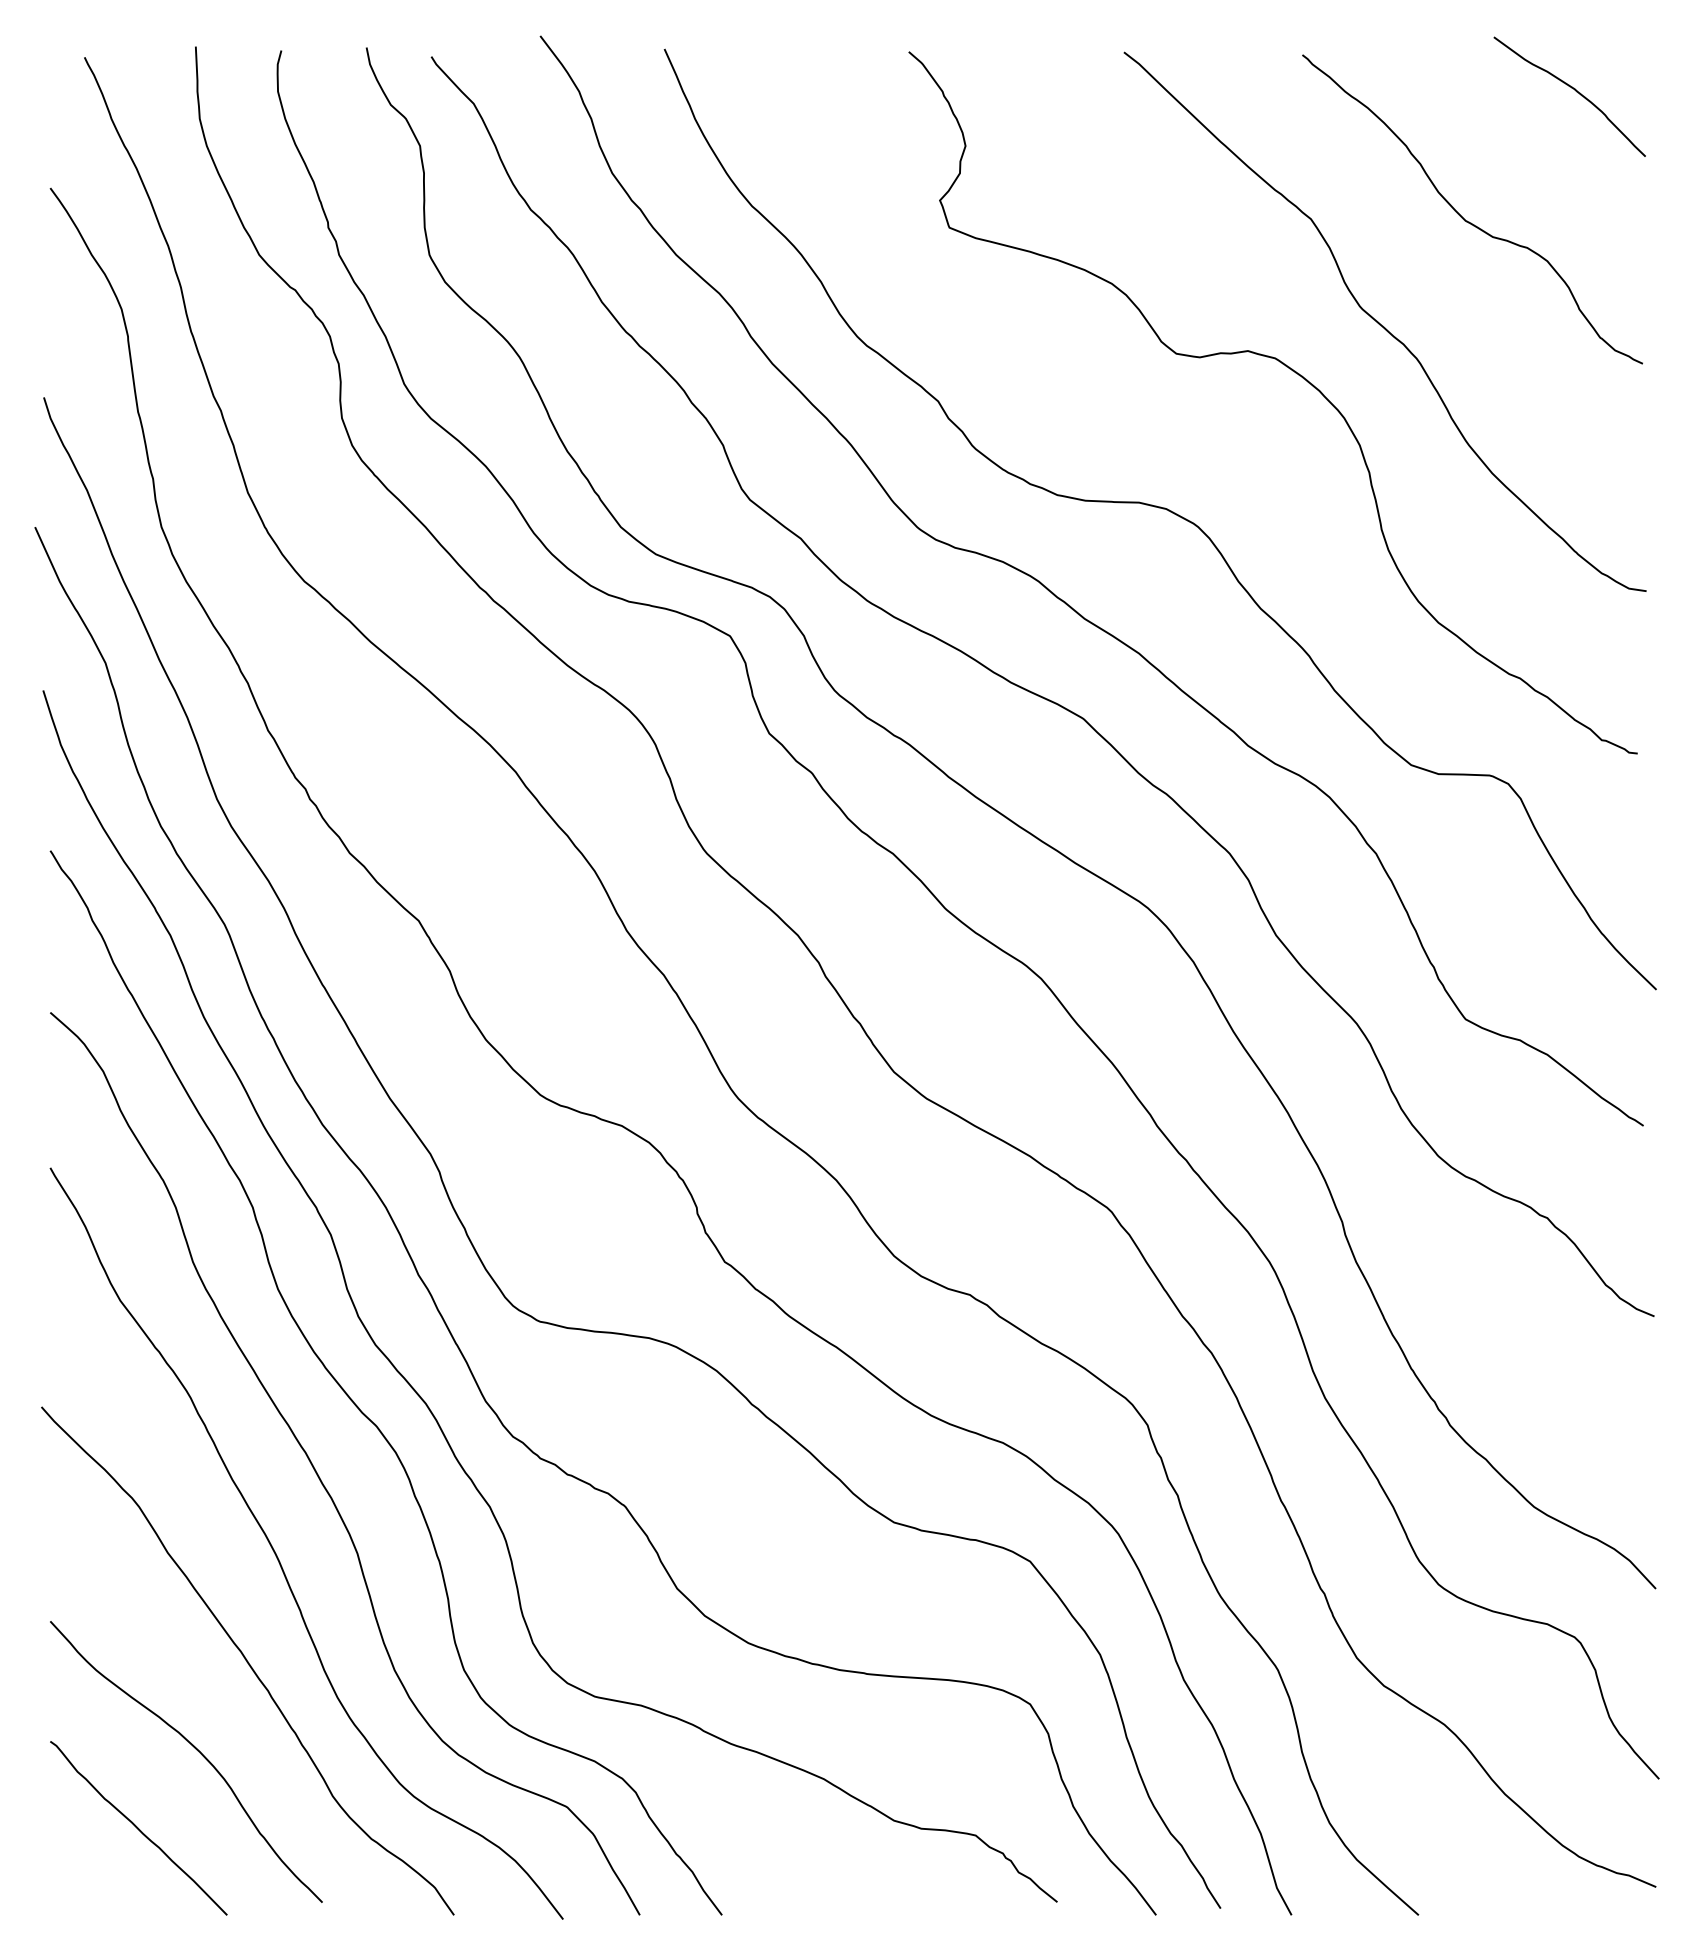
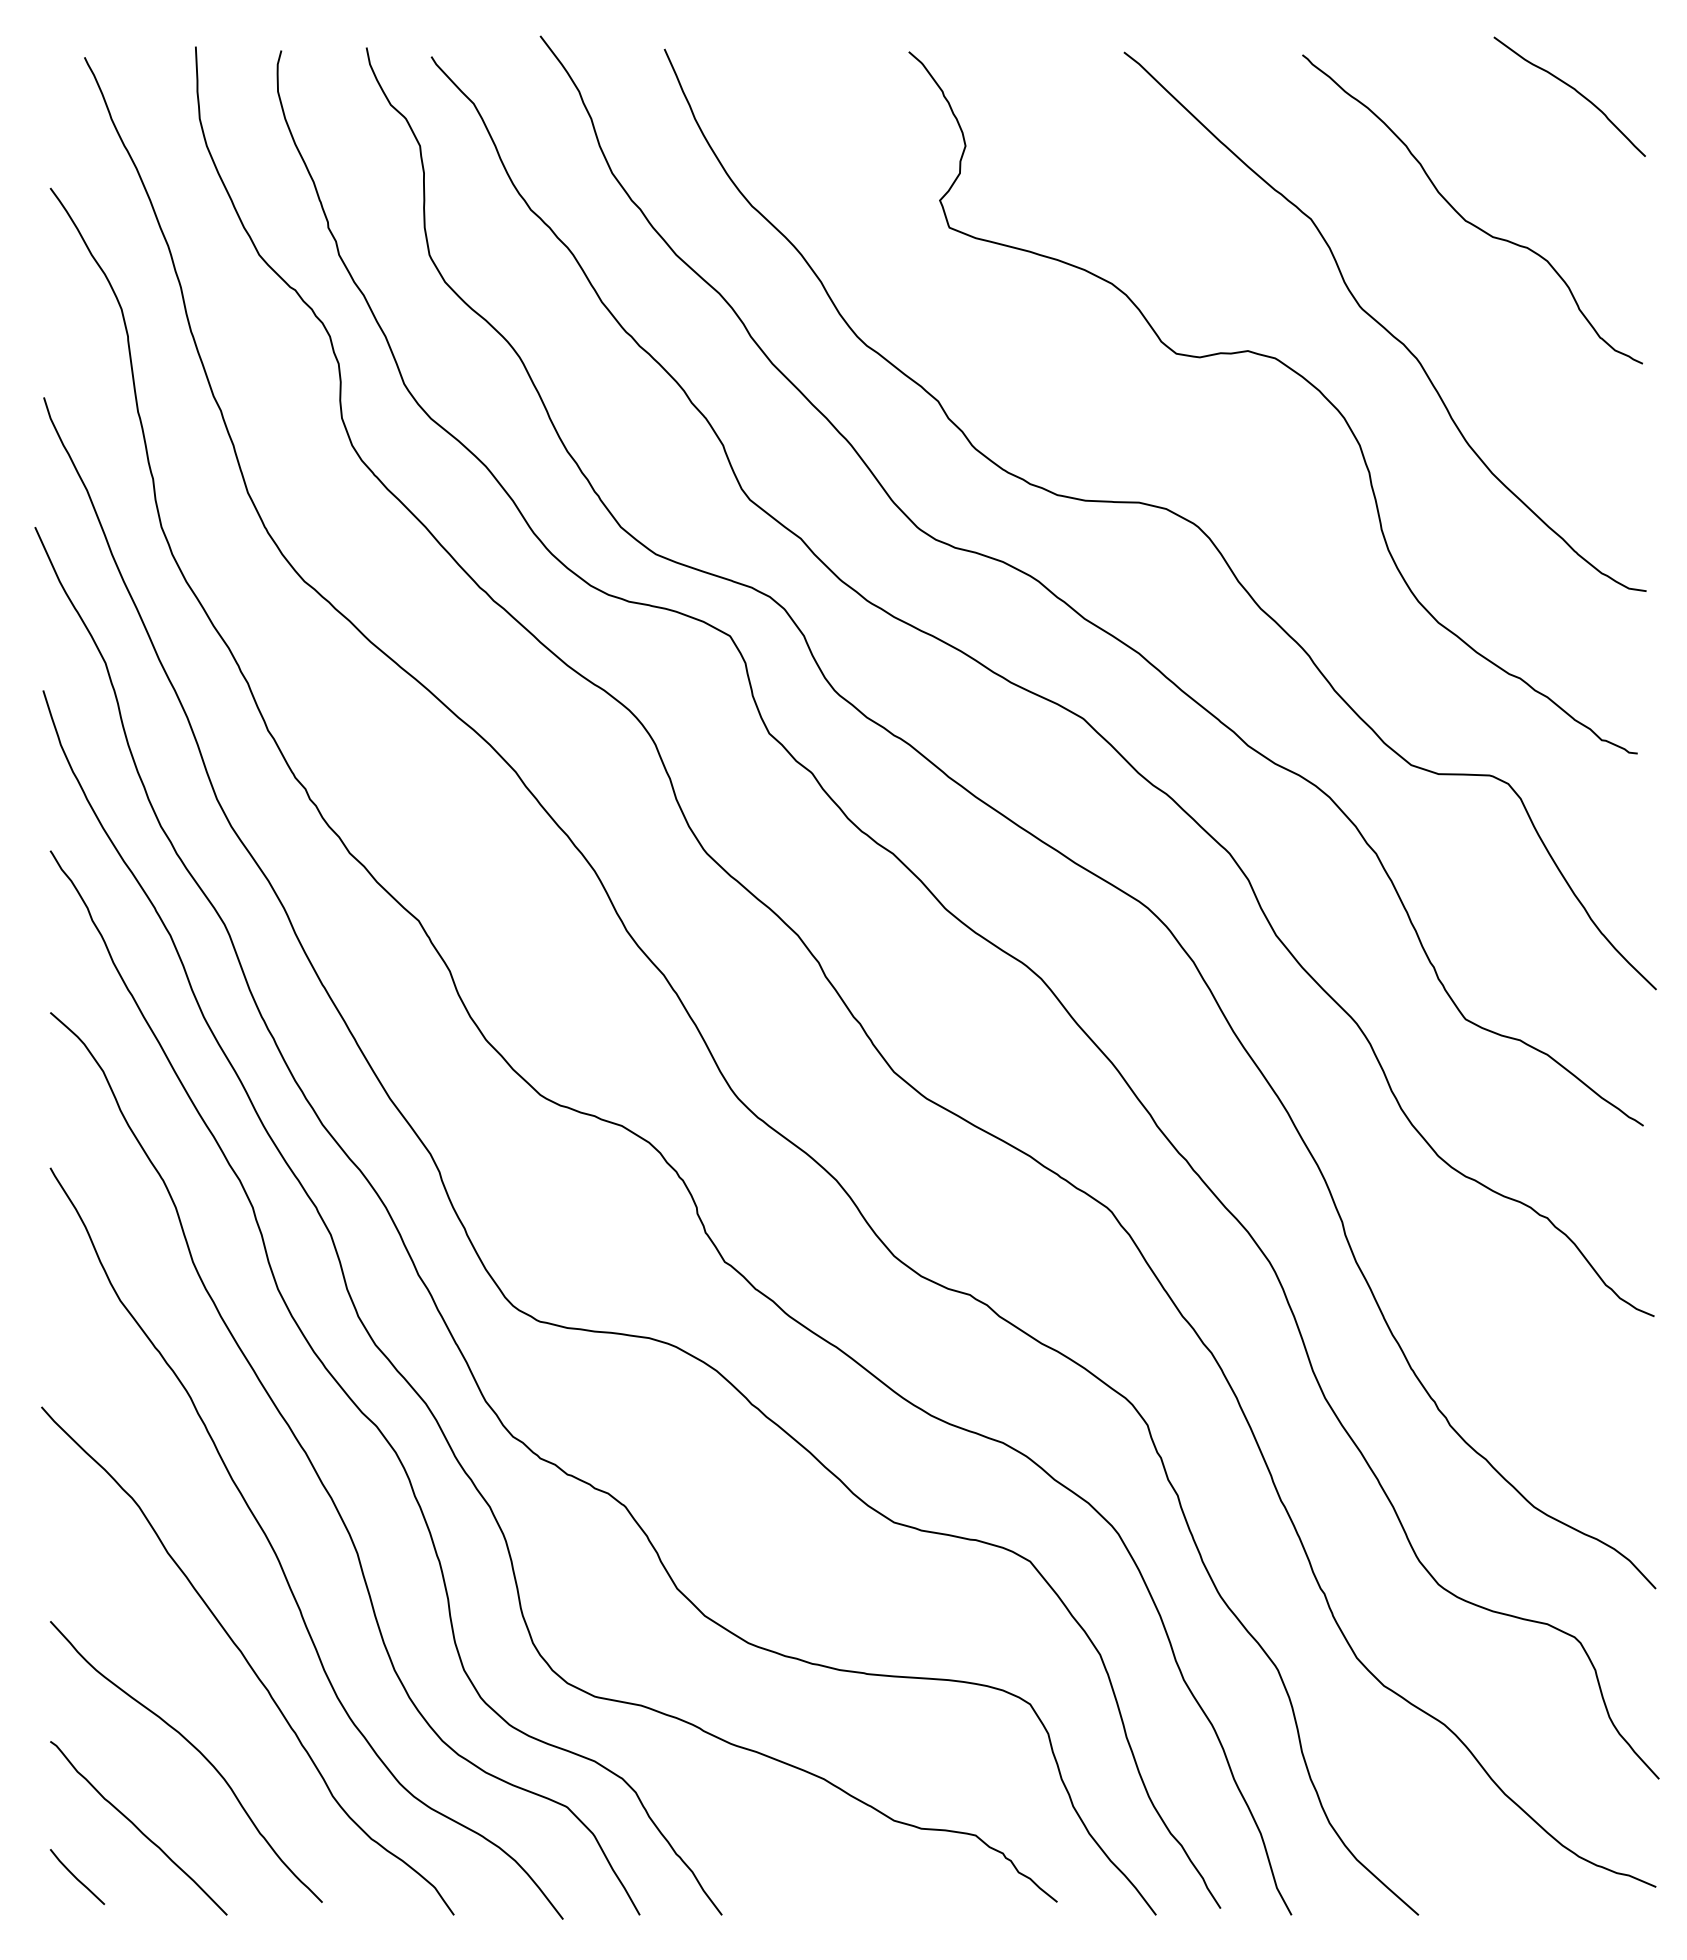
curve at (76, 1877): none -> present
